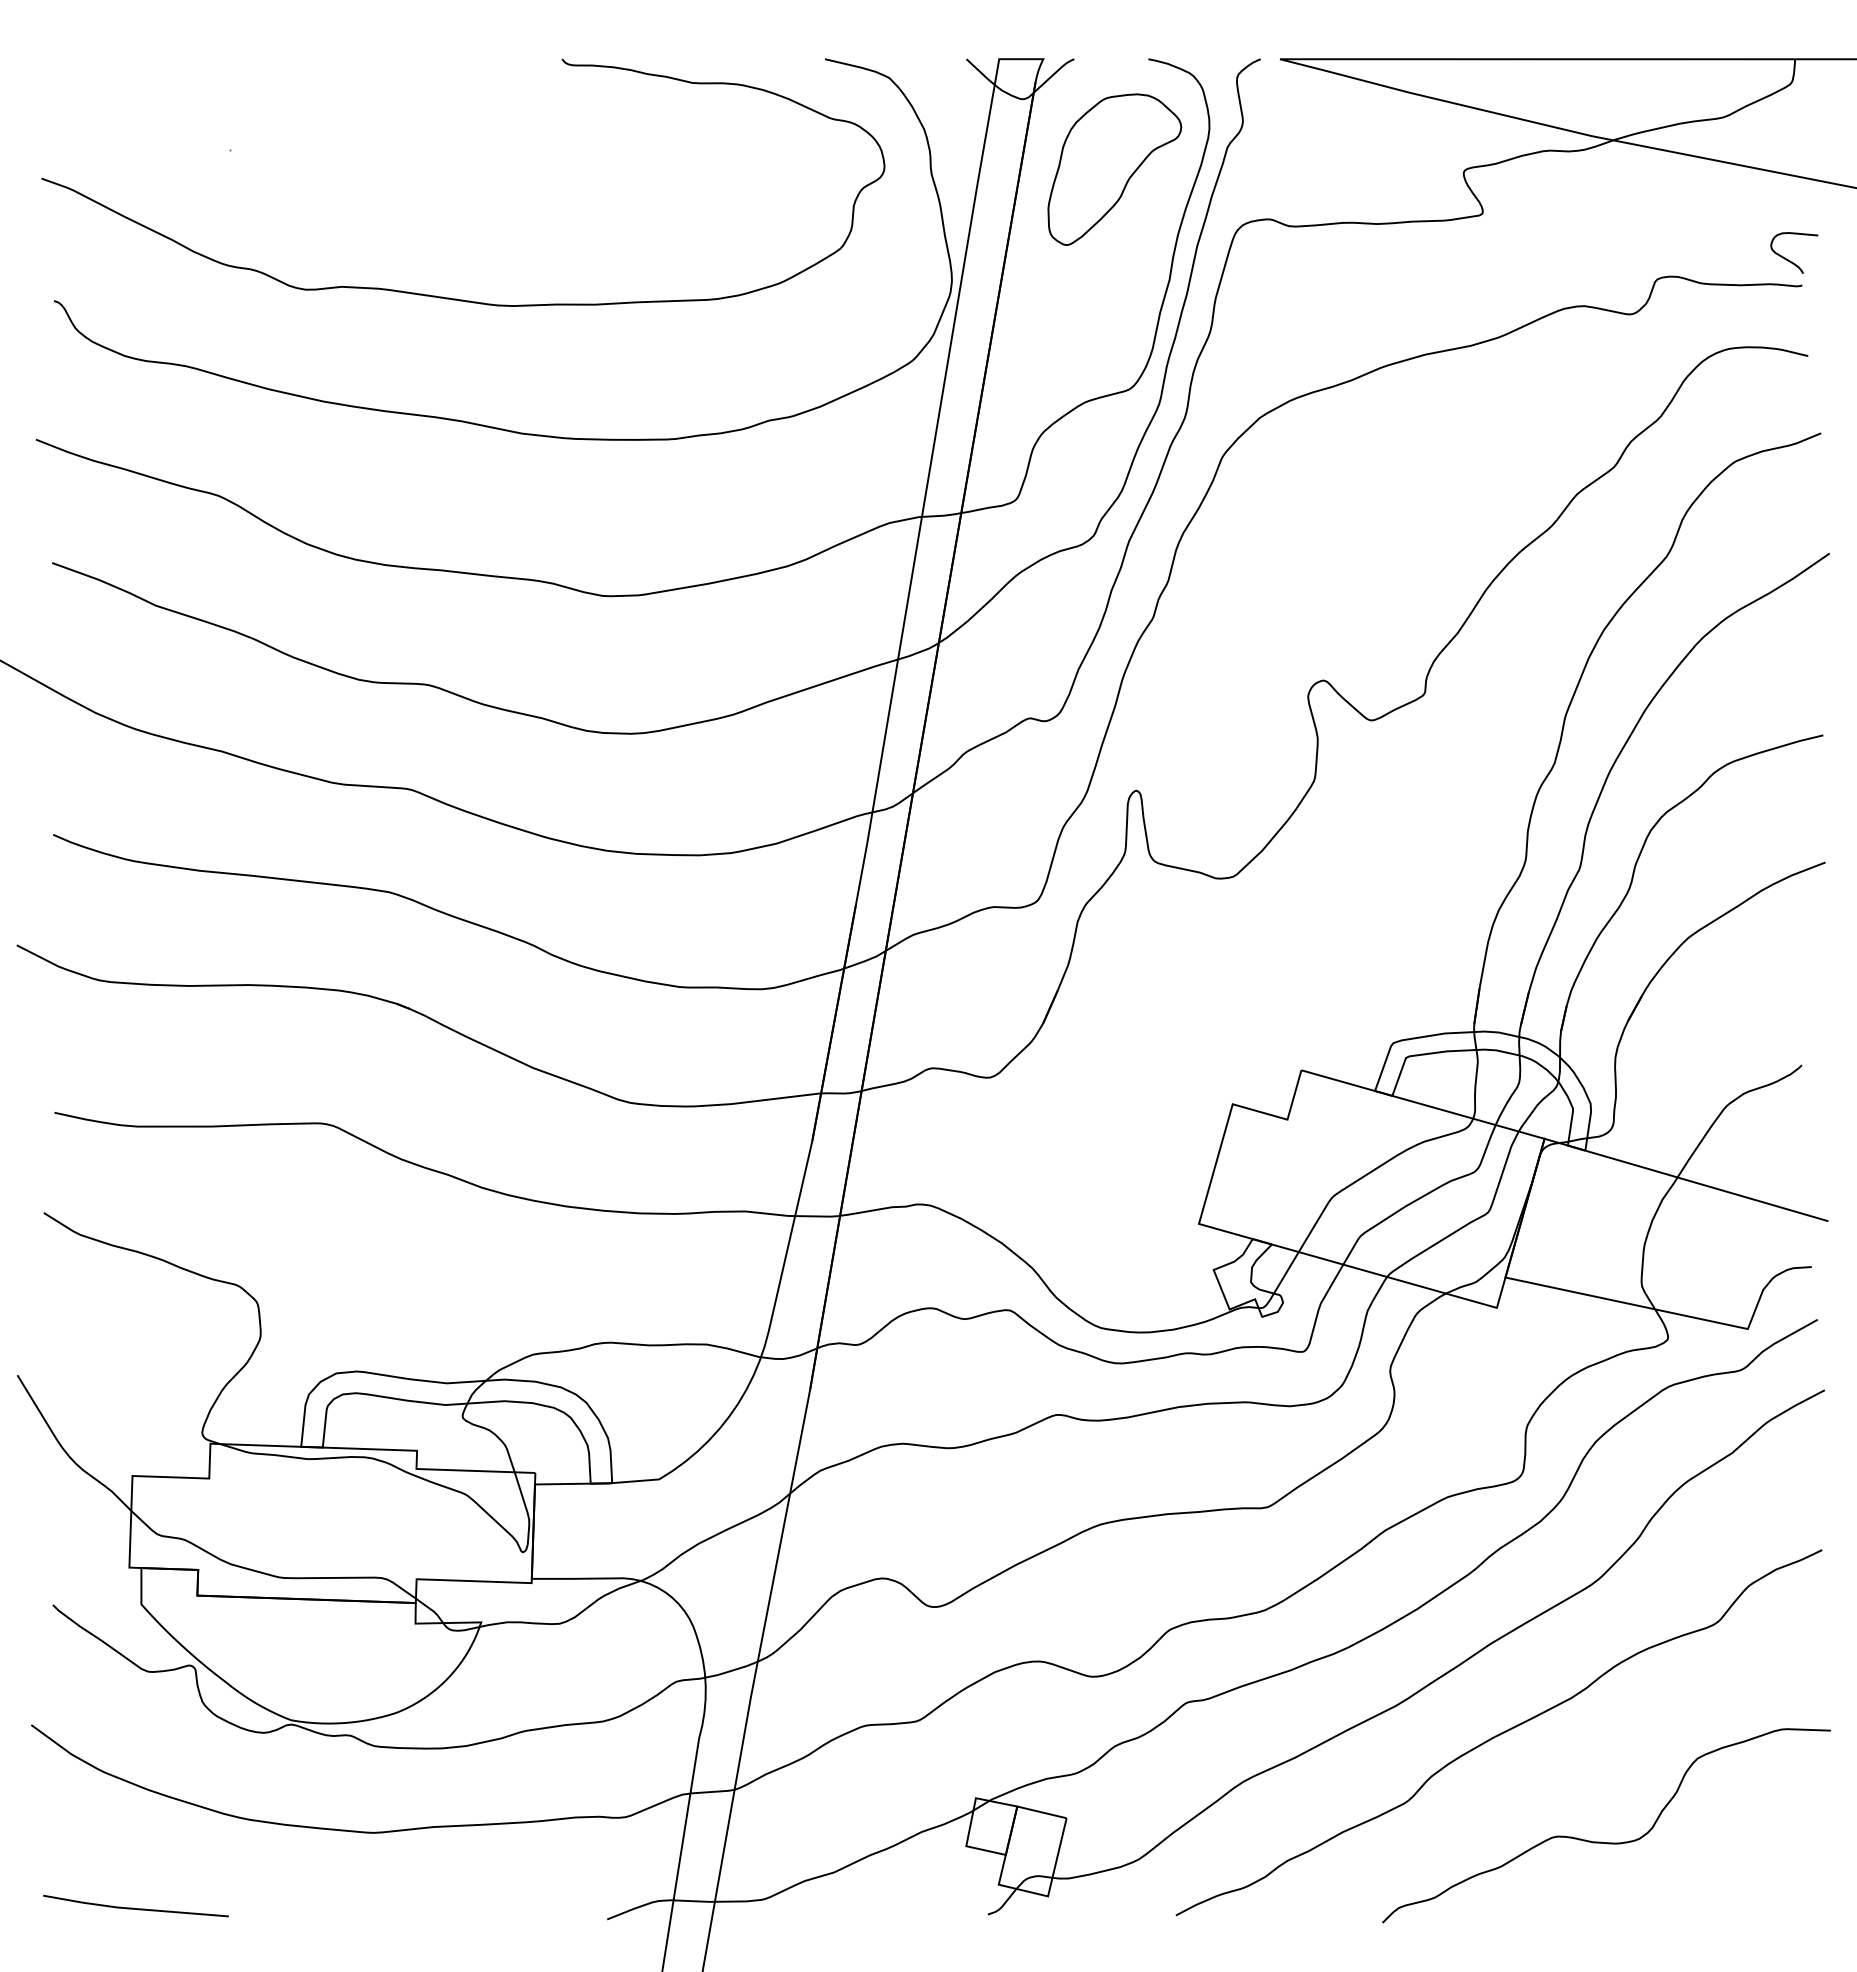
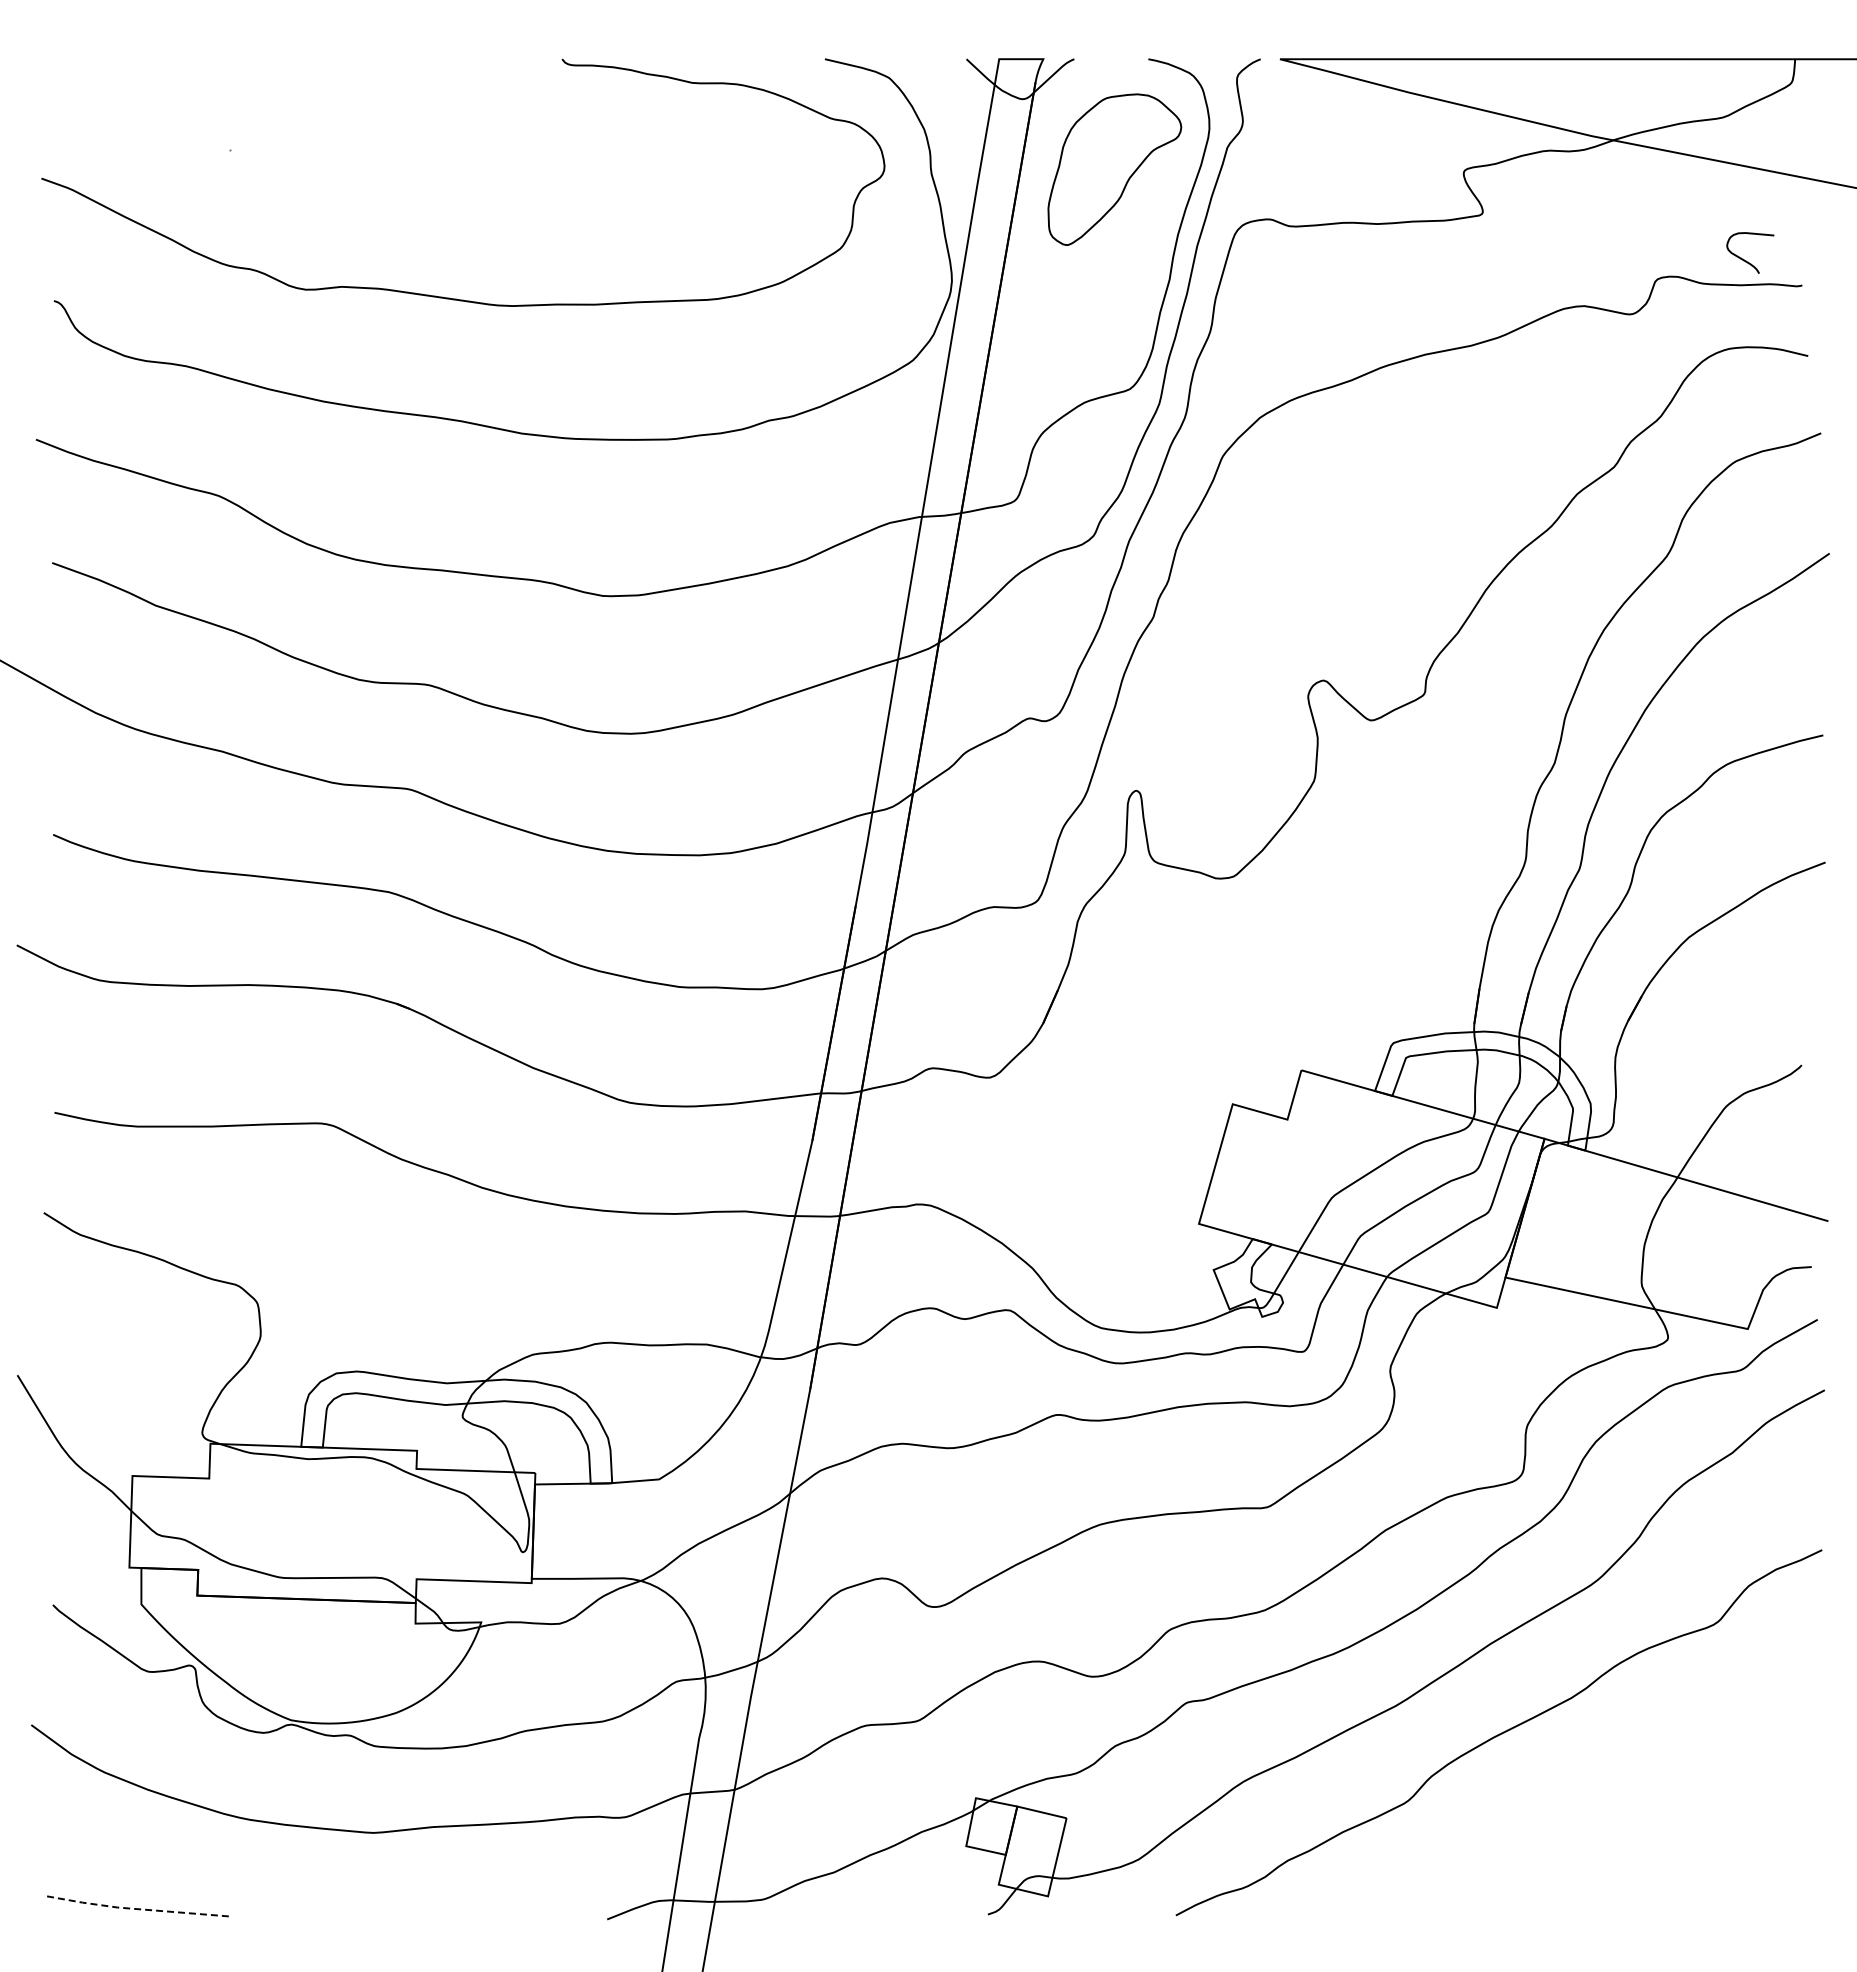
curve at (1790, 260) position: (1790, 260) -> (1746, 260)
curve at (1601, 1841): present -> none
line at (133, 1908): solid -> dashed
